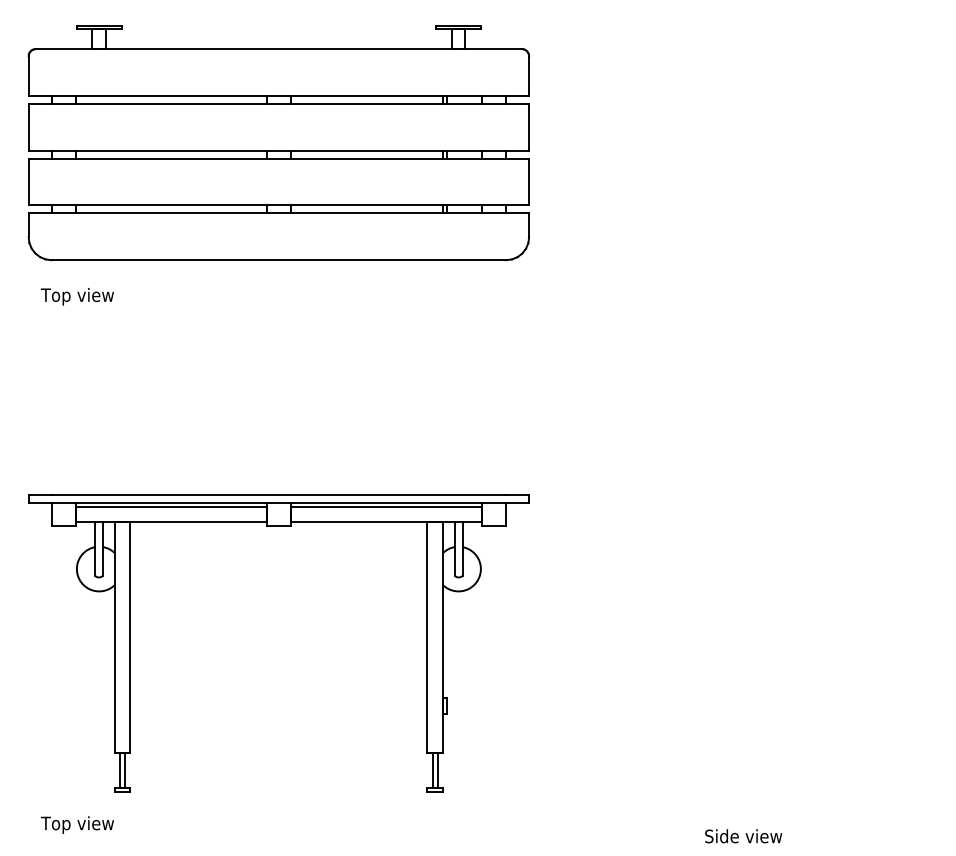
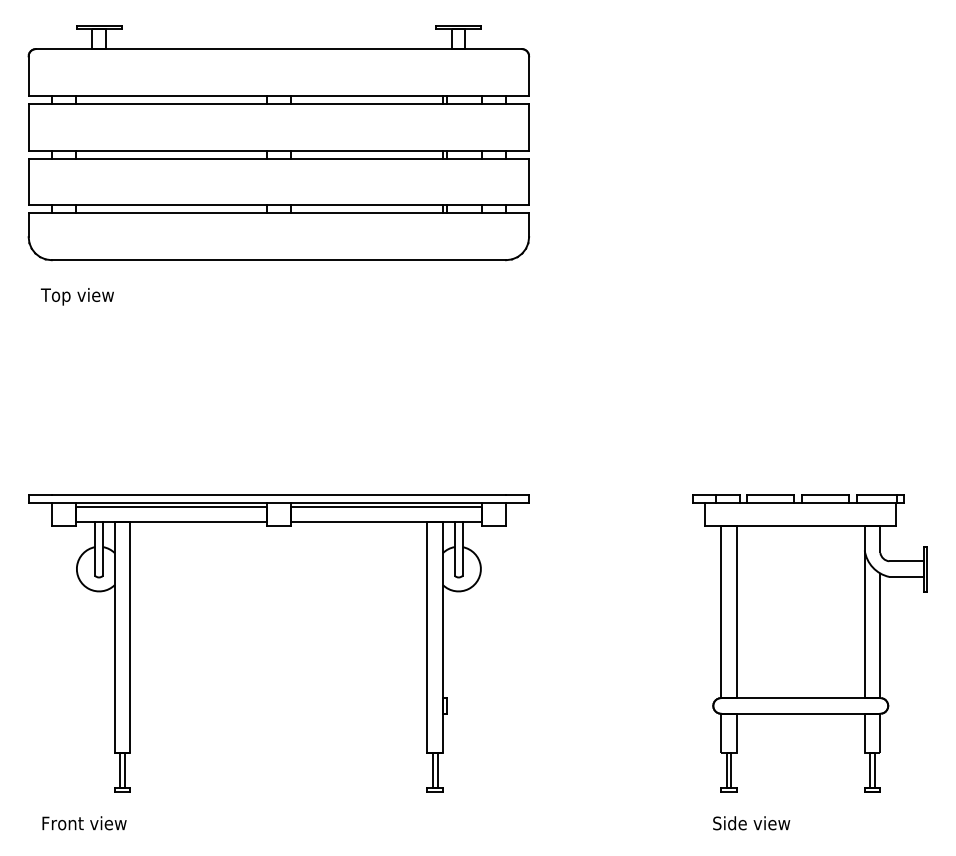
part at (809, 643): none -> present
text at (83, 824): Top view -> Front view
text at (743, 836) position: (743, 836) -> (751, 823)
